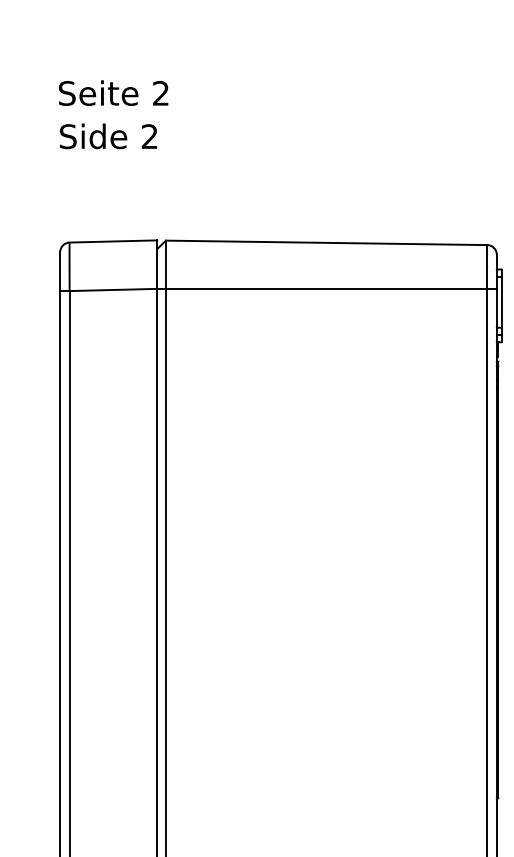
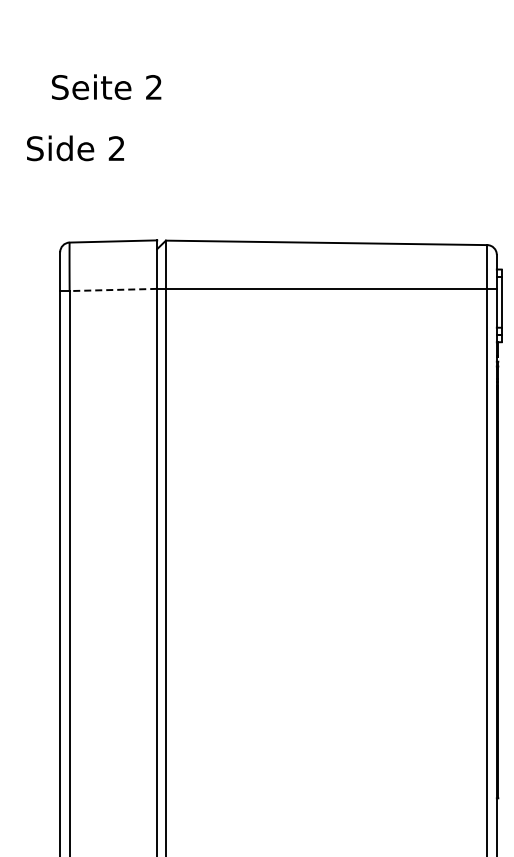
text at (113, 92) position: (113, 92) -> (106, 86)
text at (108, 136) position: (108, 136) -> (75, 148)
line at (113, 289): solid -> dashed
